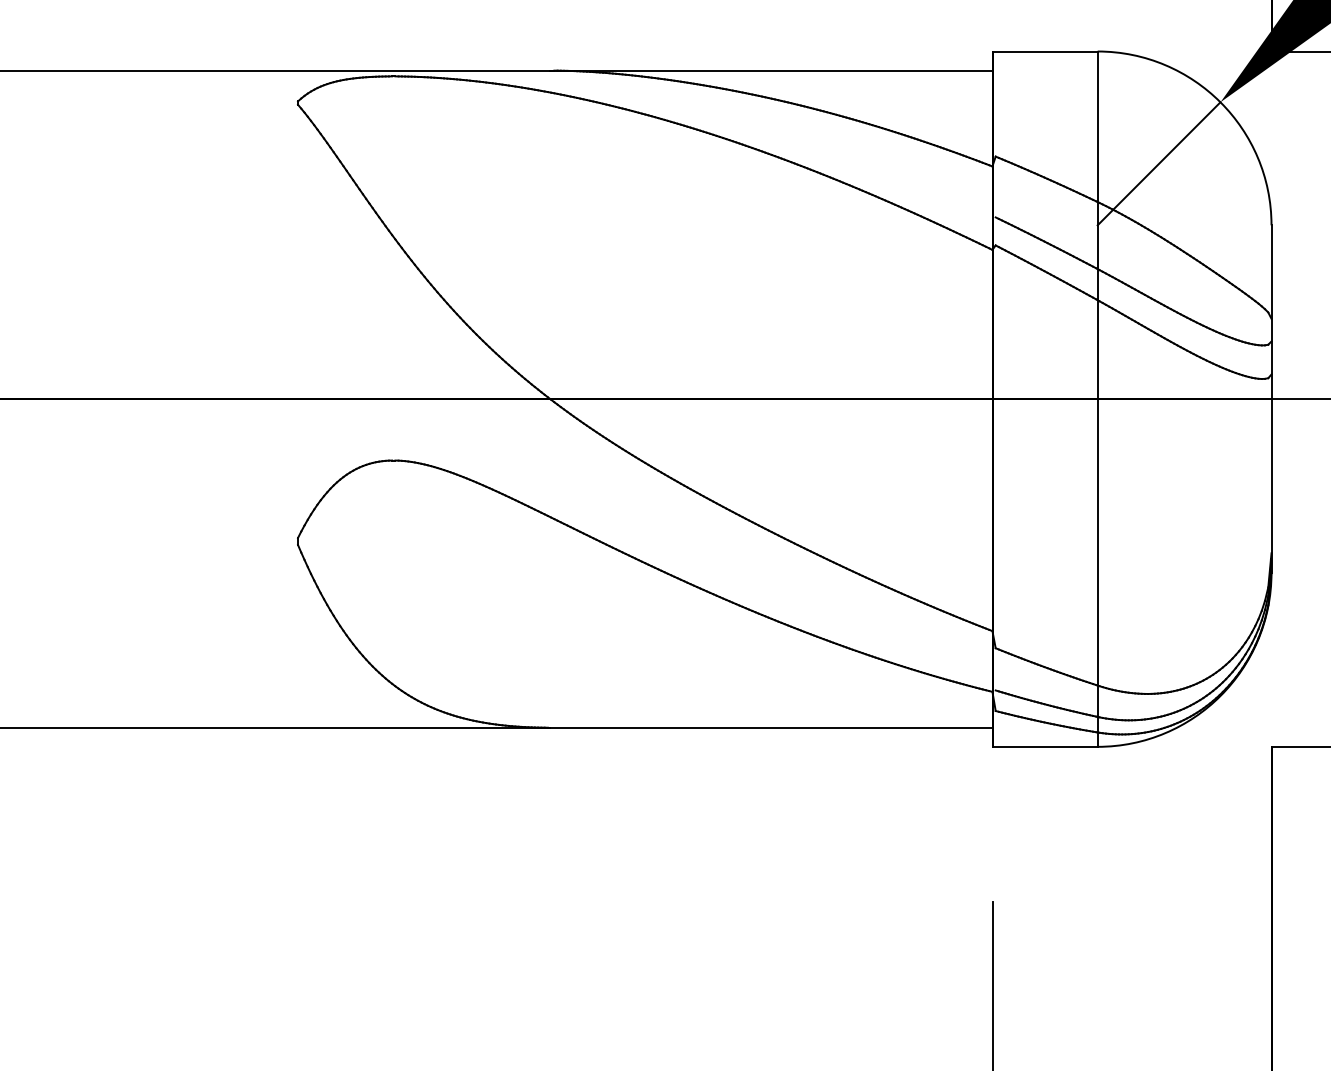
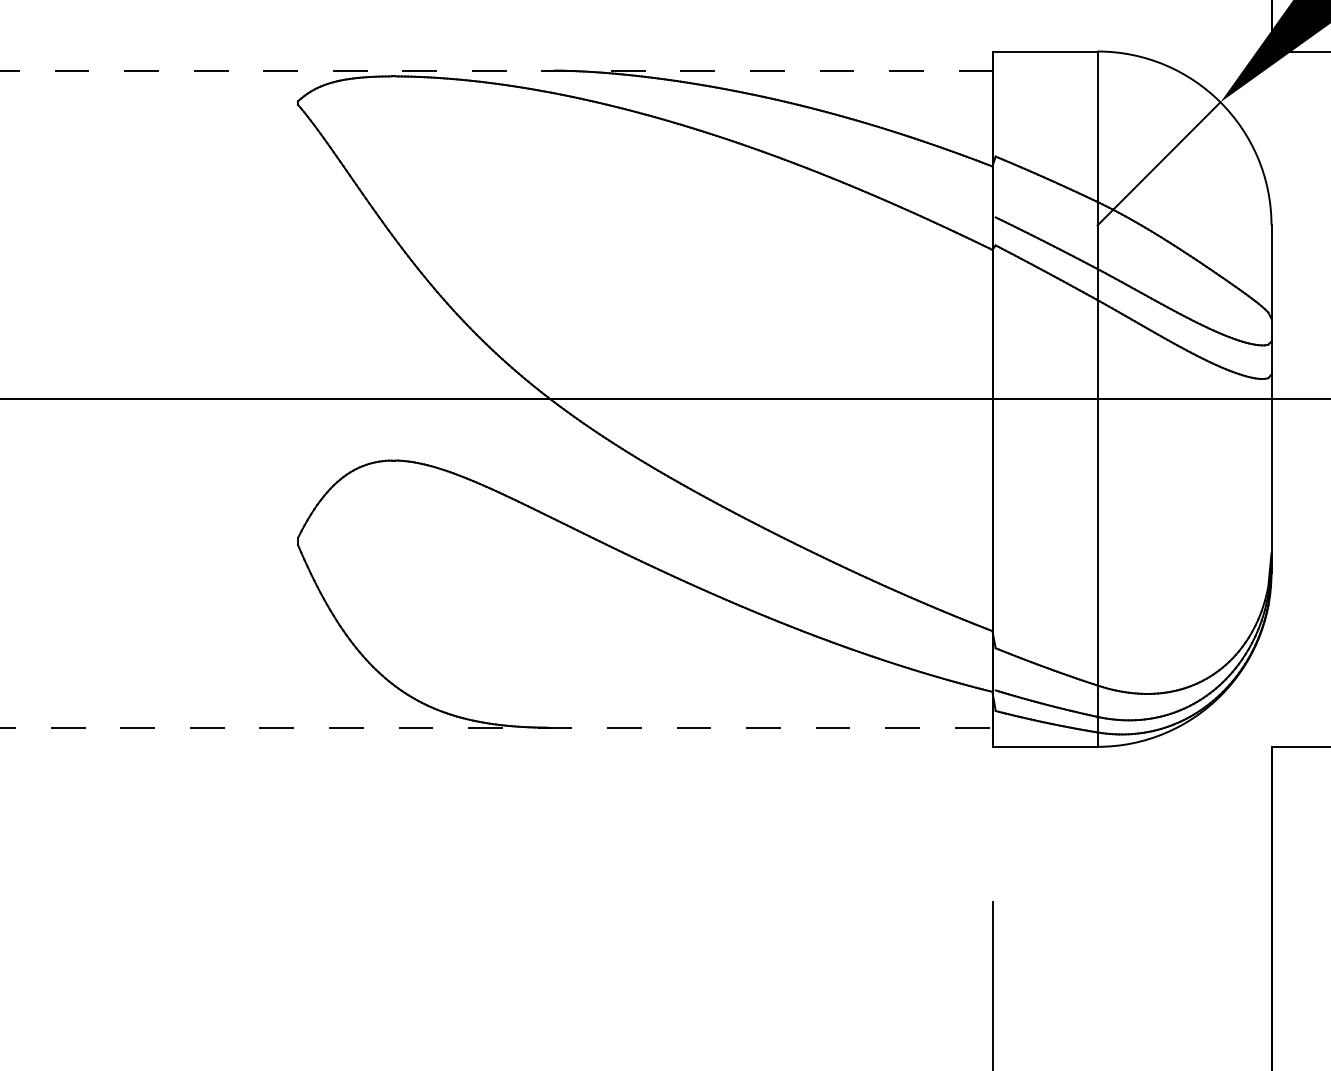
line at (496, 70): solid -> dashed
line at (497, 727): solid -> dashed
